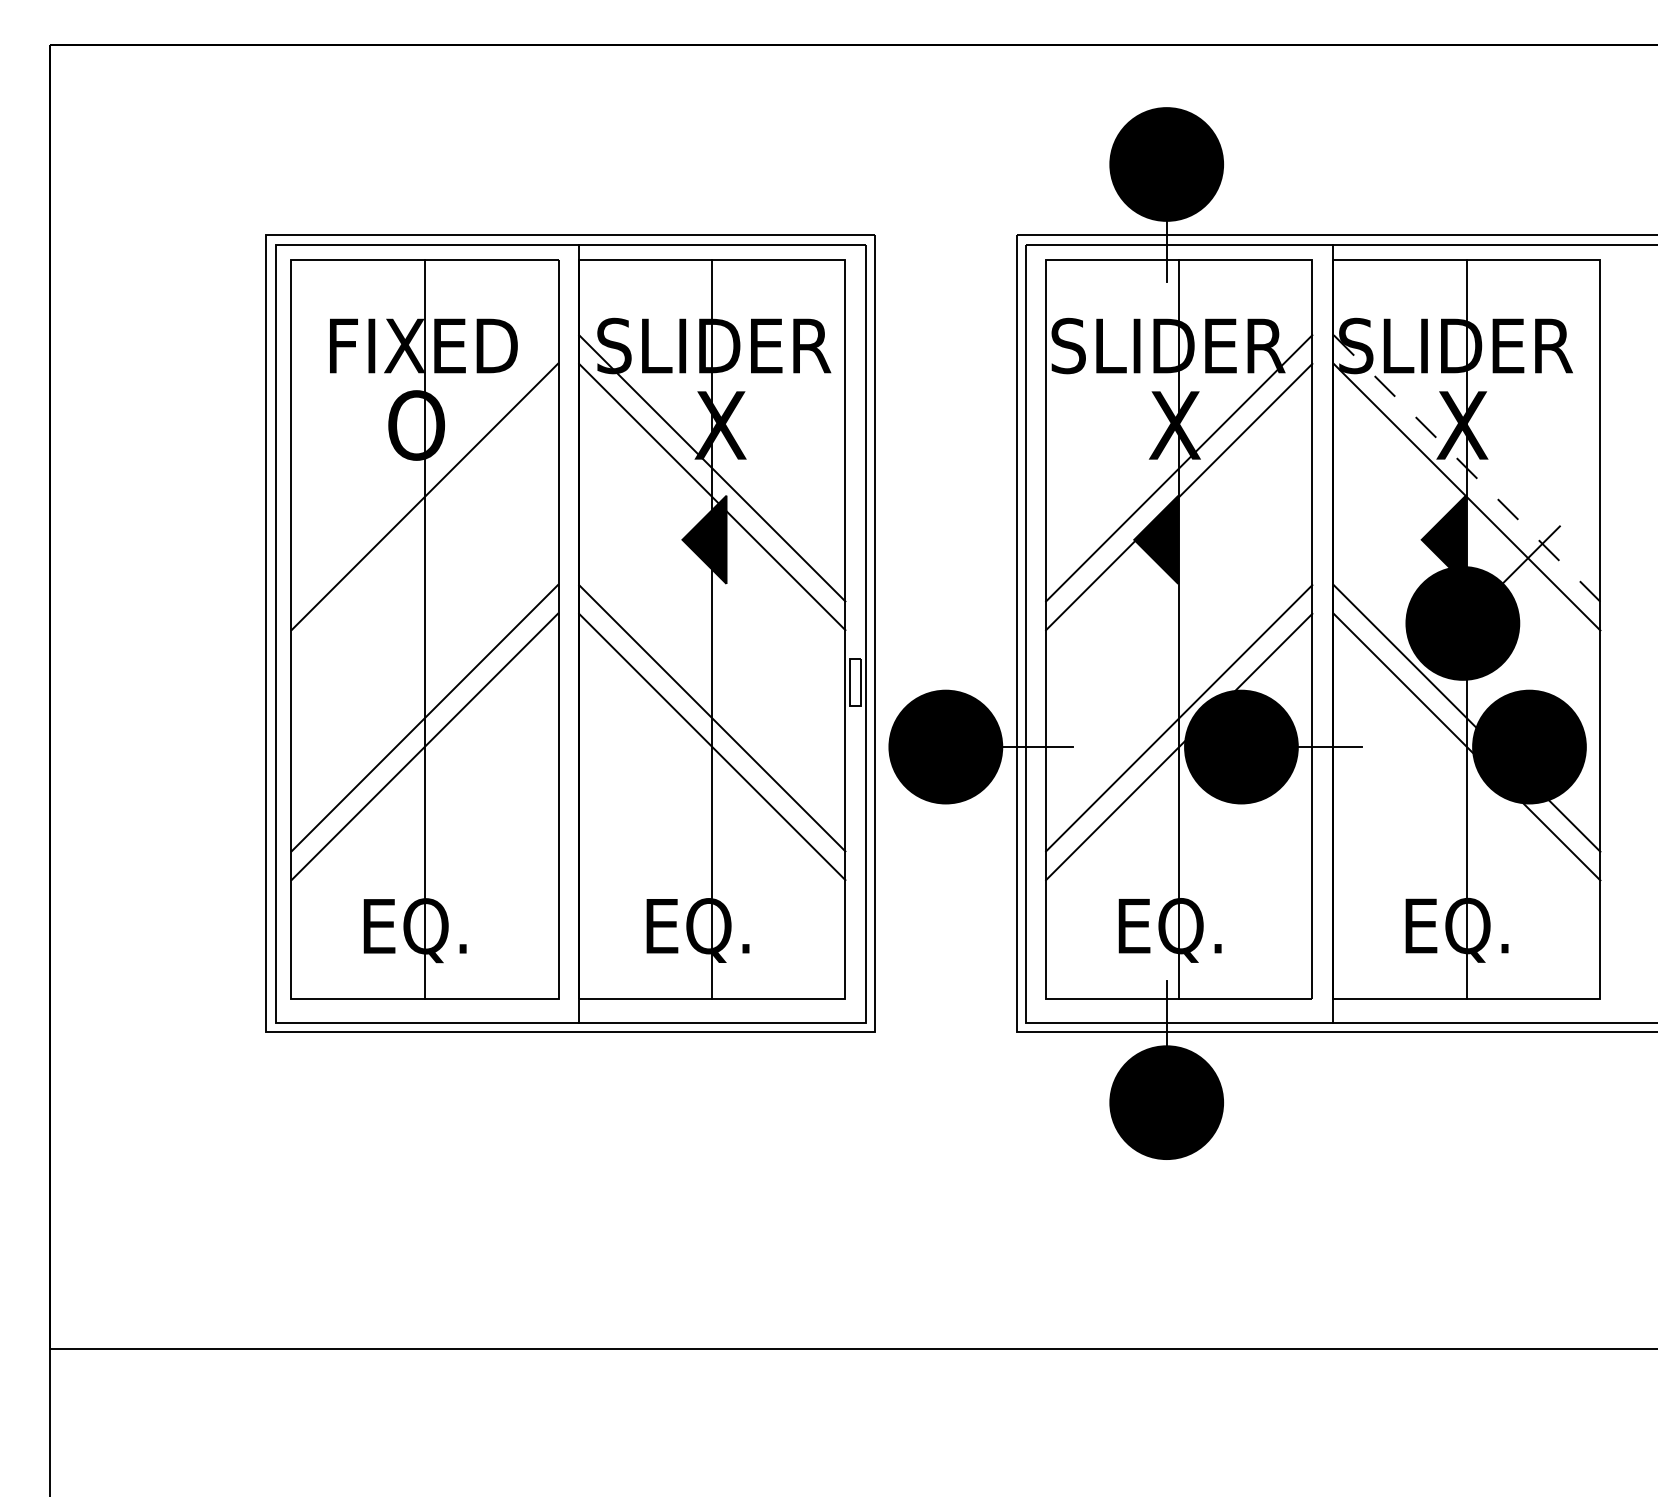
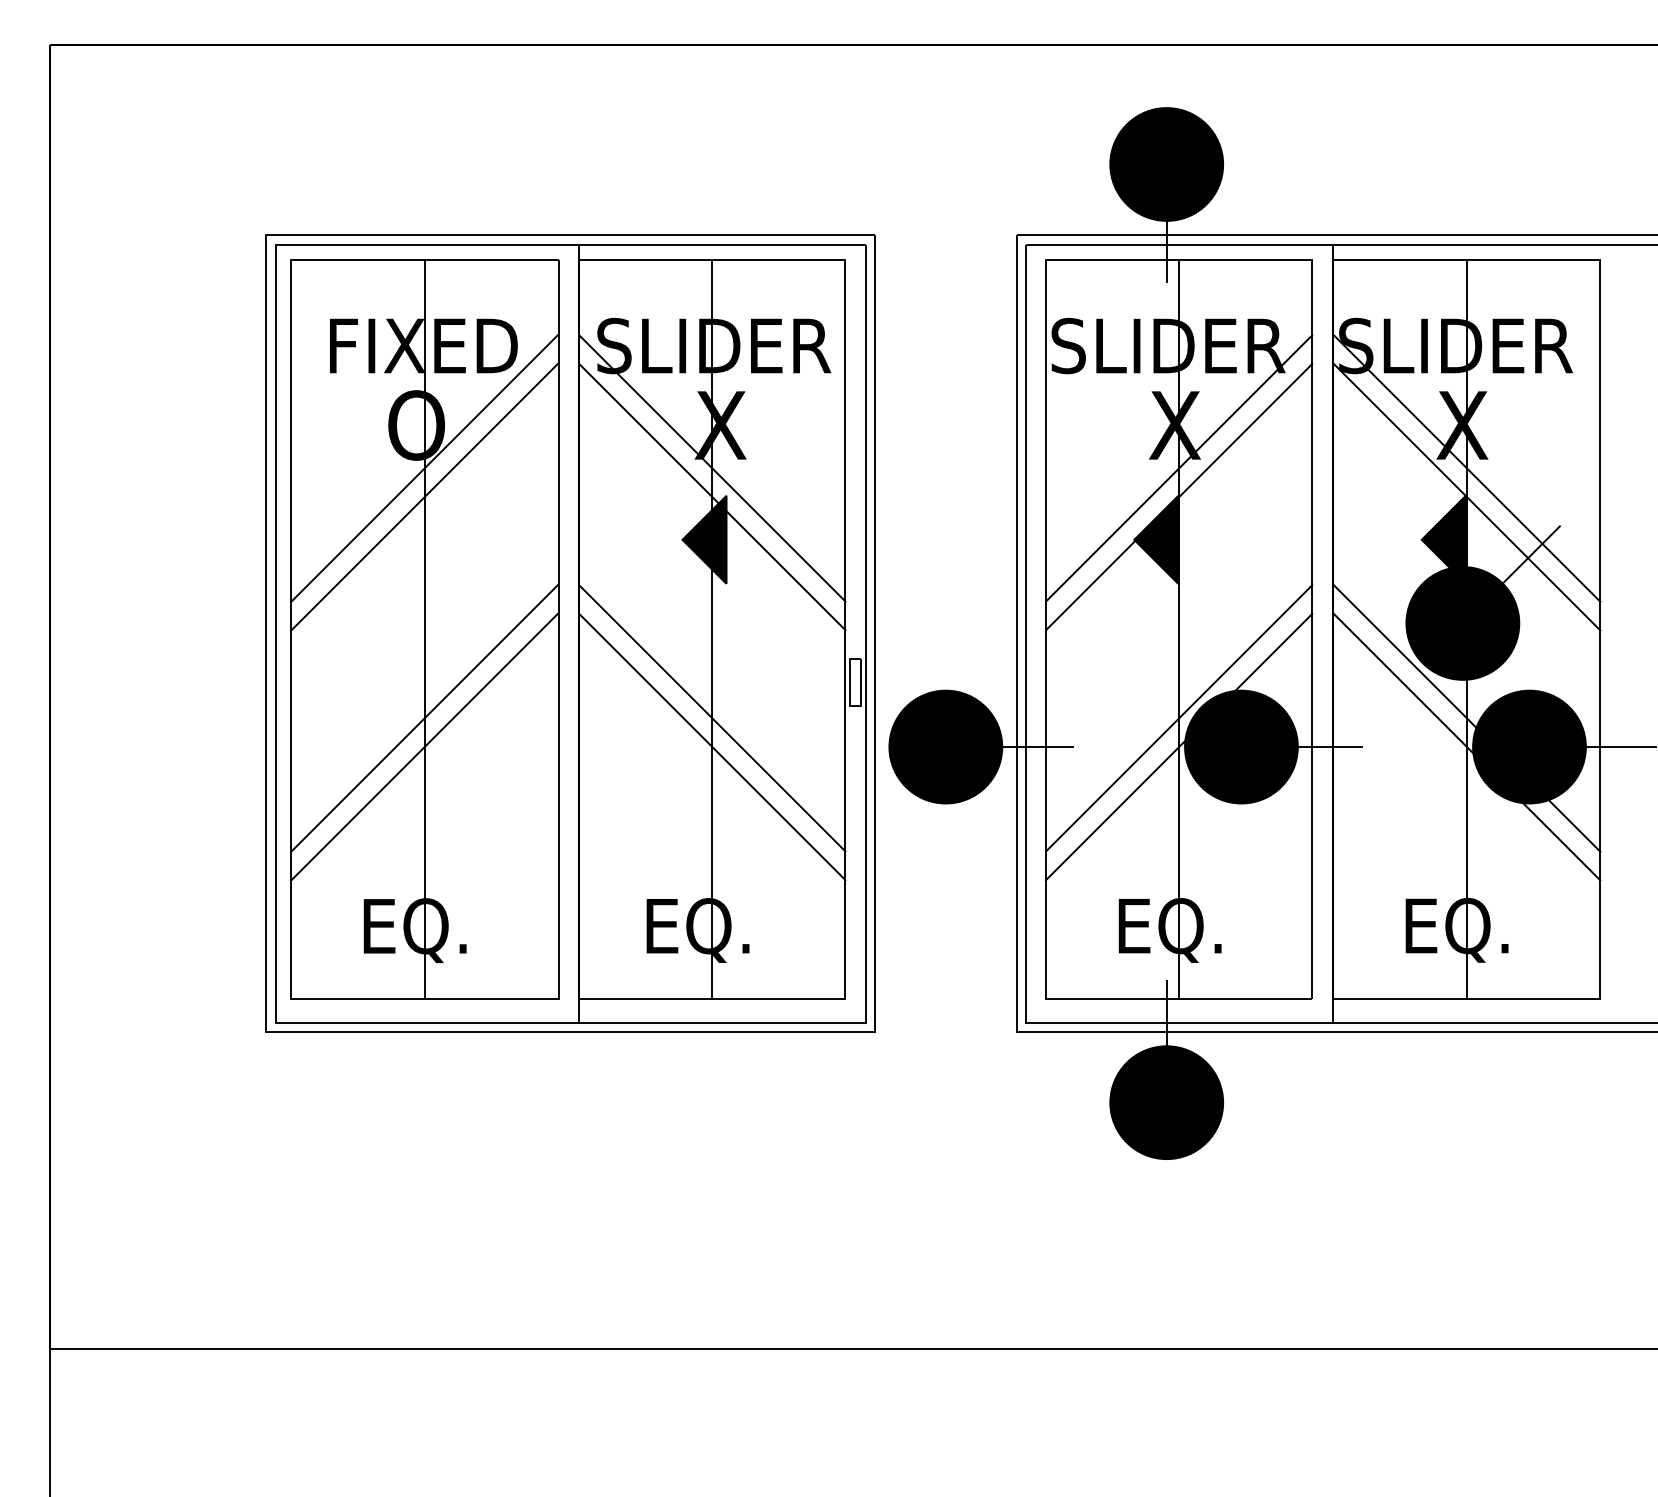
line at (424, 468): none -> present
line at (1467, 468): dashed -> solid
line at (1619, 747): none -> present
